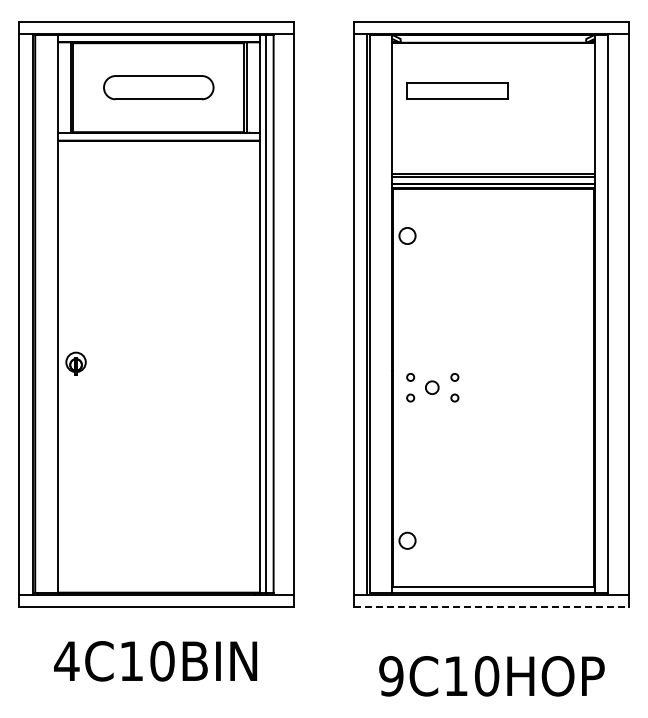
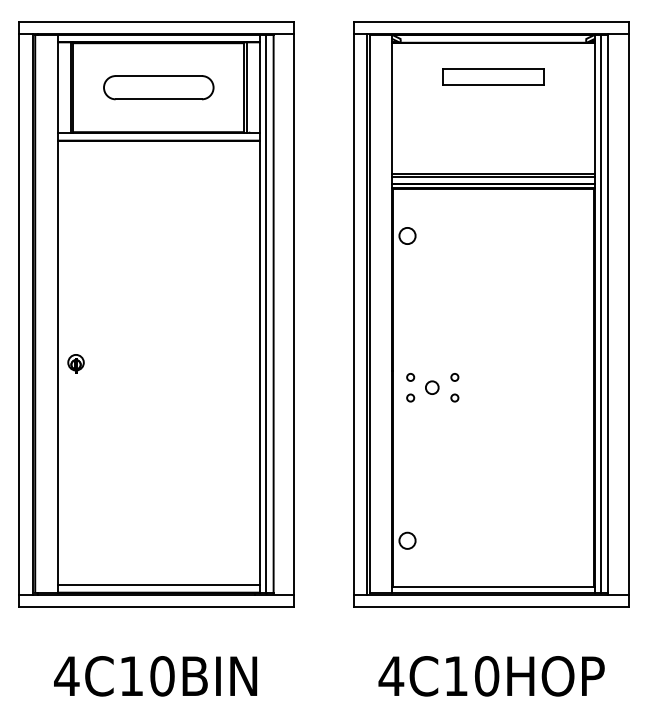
part at (457, 90) position: (457, 90) -> (493, 76)
line at (600, 313): none -> present
part at (75, 363) size: 22x25 px -> 18x20 px
line at (158, 584): none -> present
line at (491, 607): dashed -> solid
text at (155, 661) position: (155, 661) -> (155, 676)
text at (391, 676): 9C10HOP -> 4C10HOP
